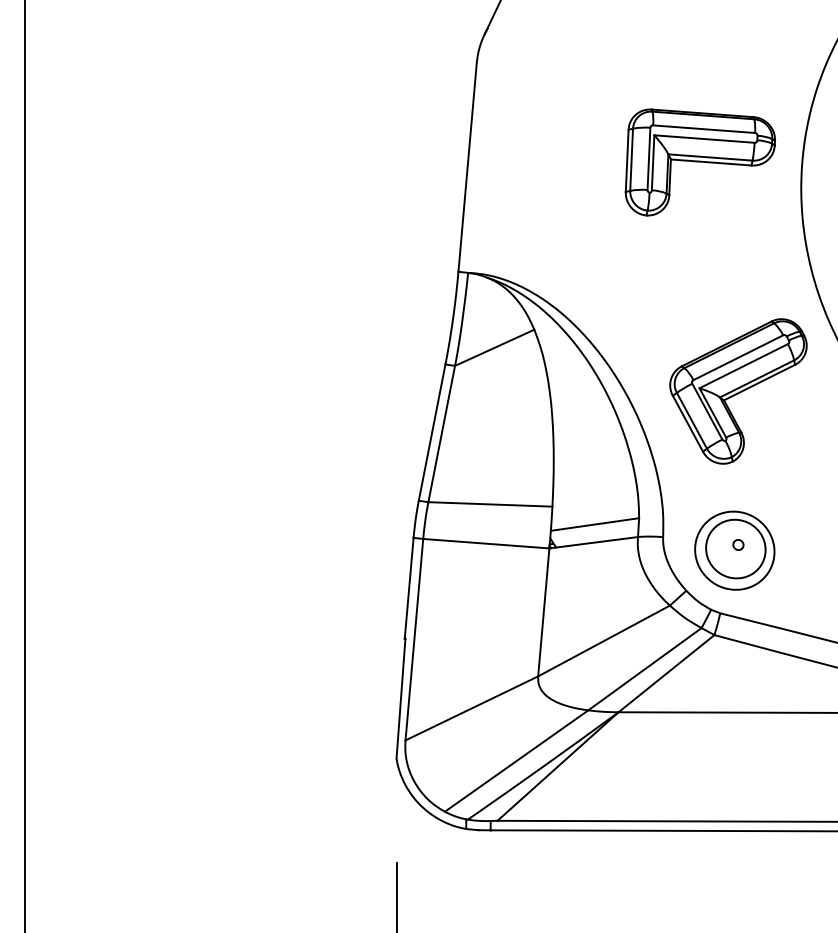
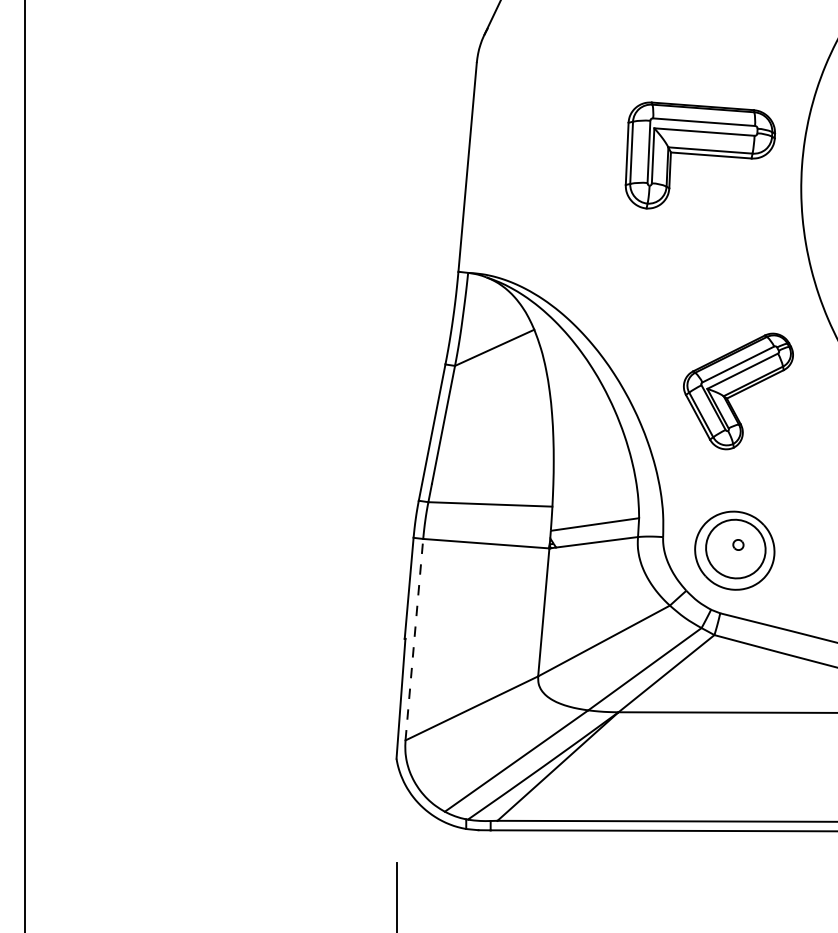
part at (700, 162) position: (700, 162) -> (700, 155)
part at (738, 391) size: 139x147 px -> 111x119 px
line at (414, 639): solid -> dashed
